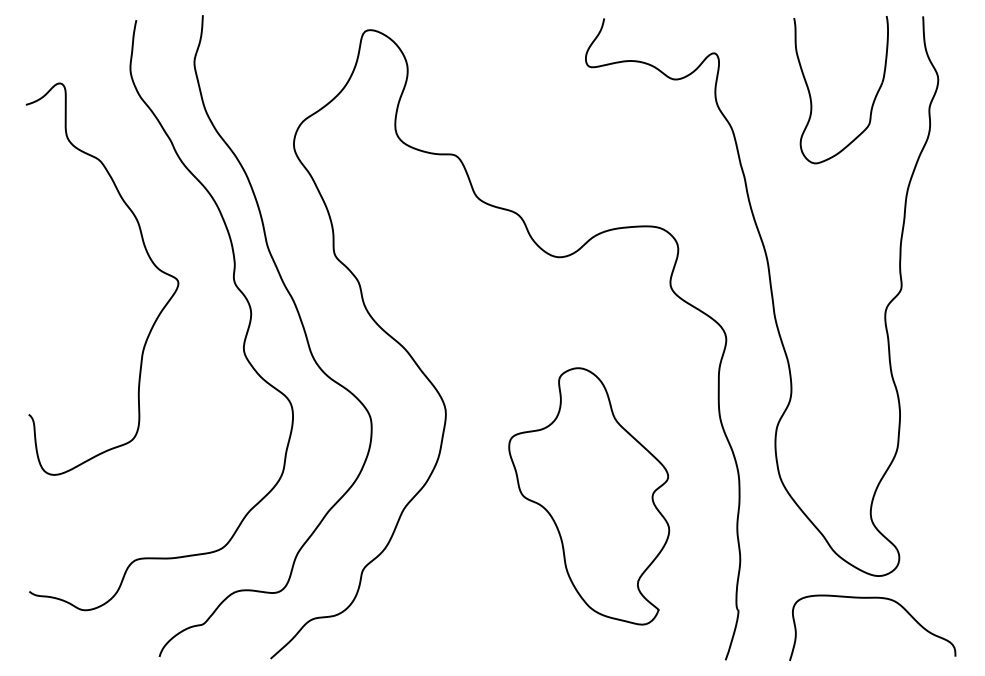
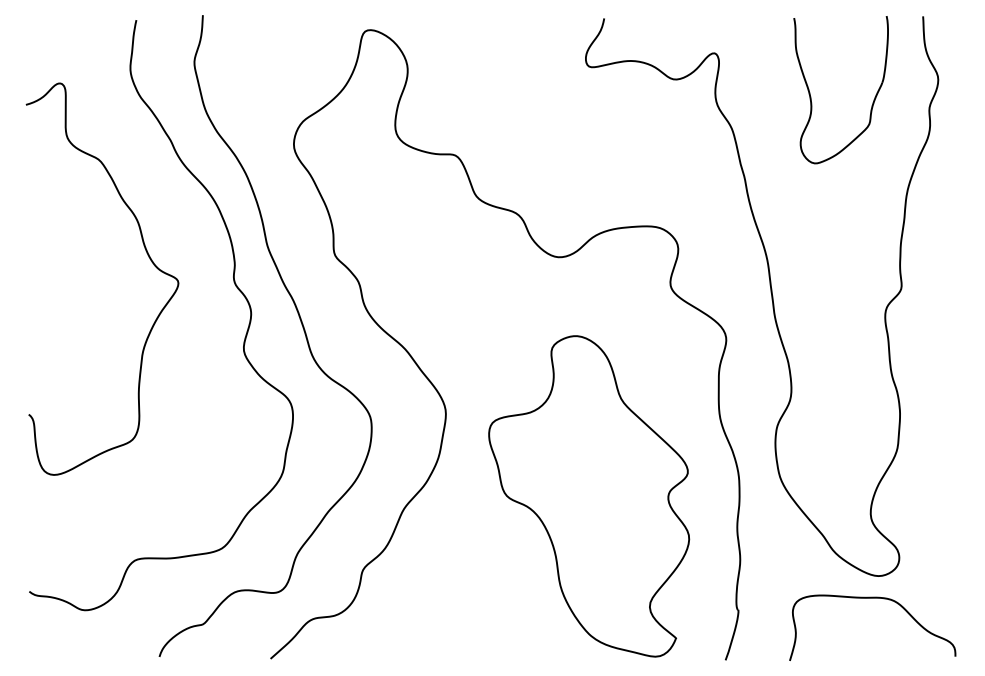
part at (589, 496) size: 163x259 px -> 203x323 px
